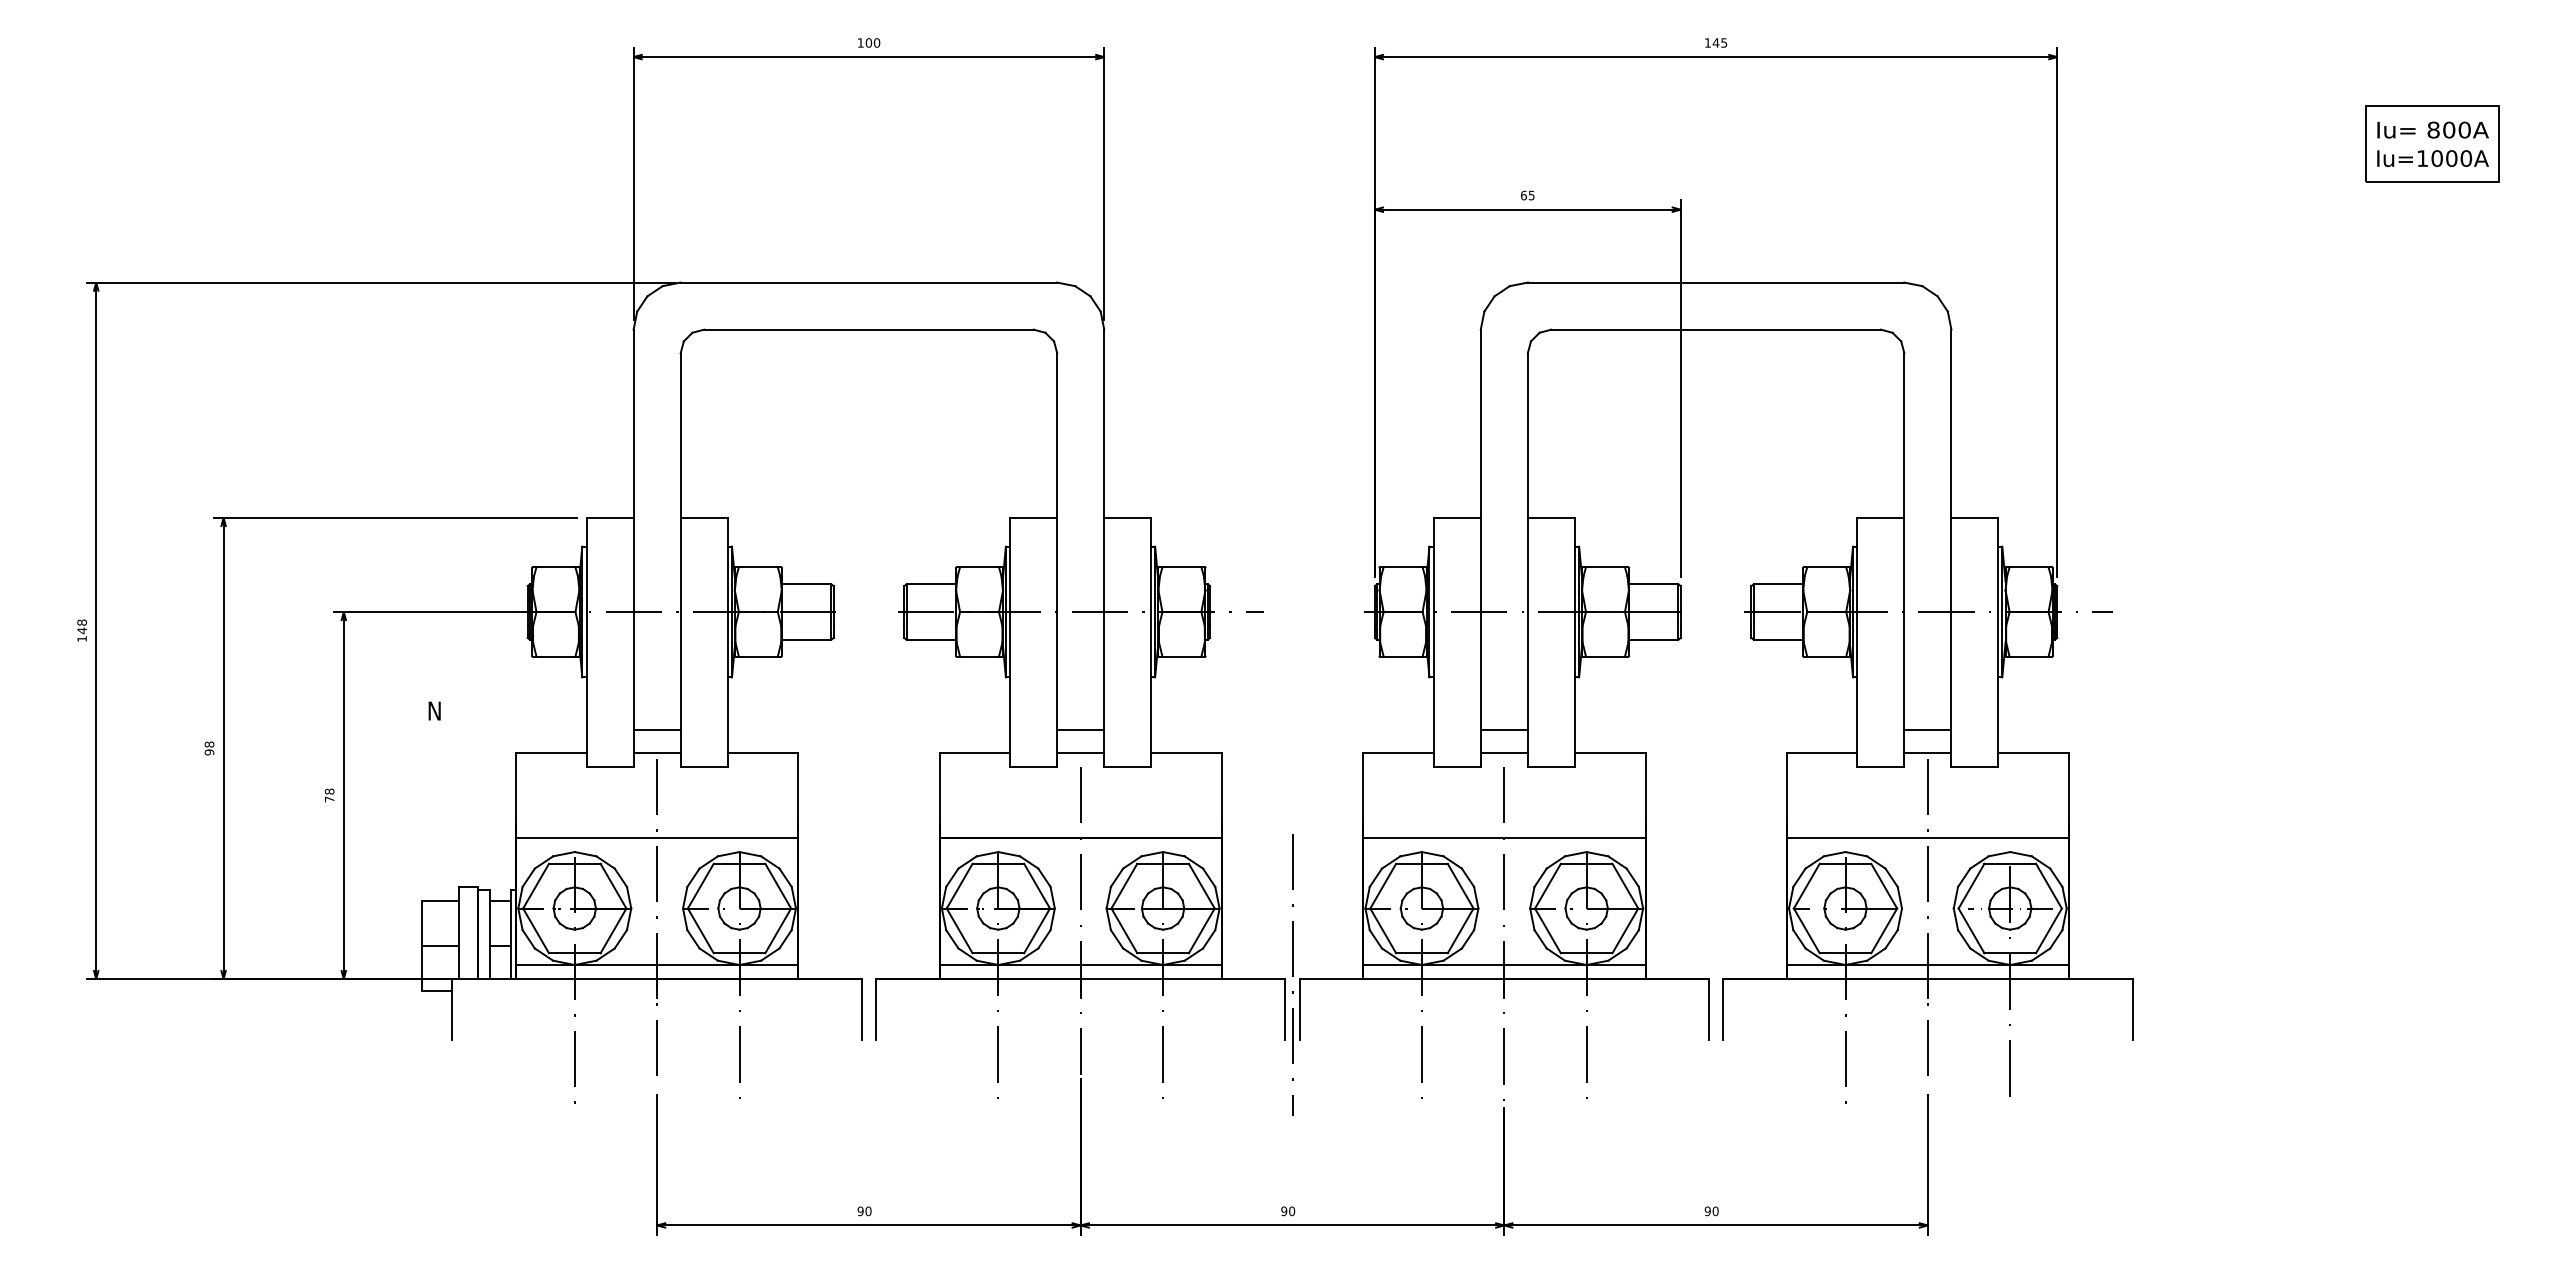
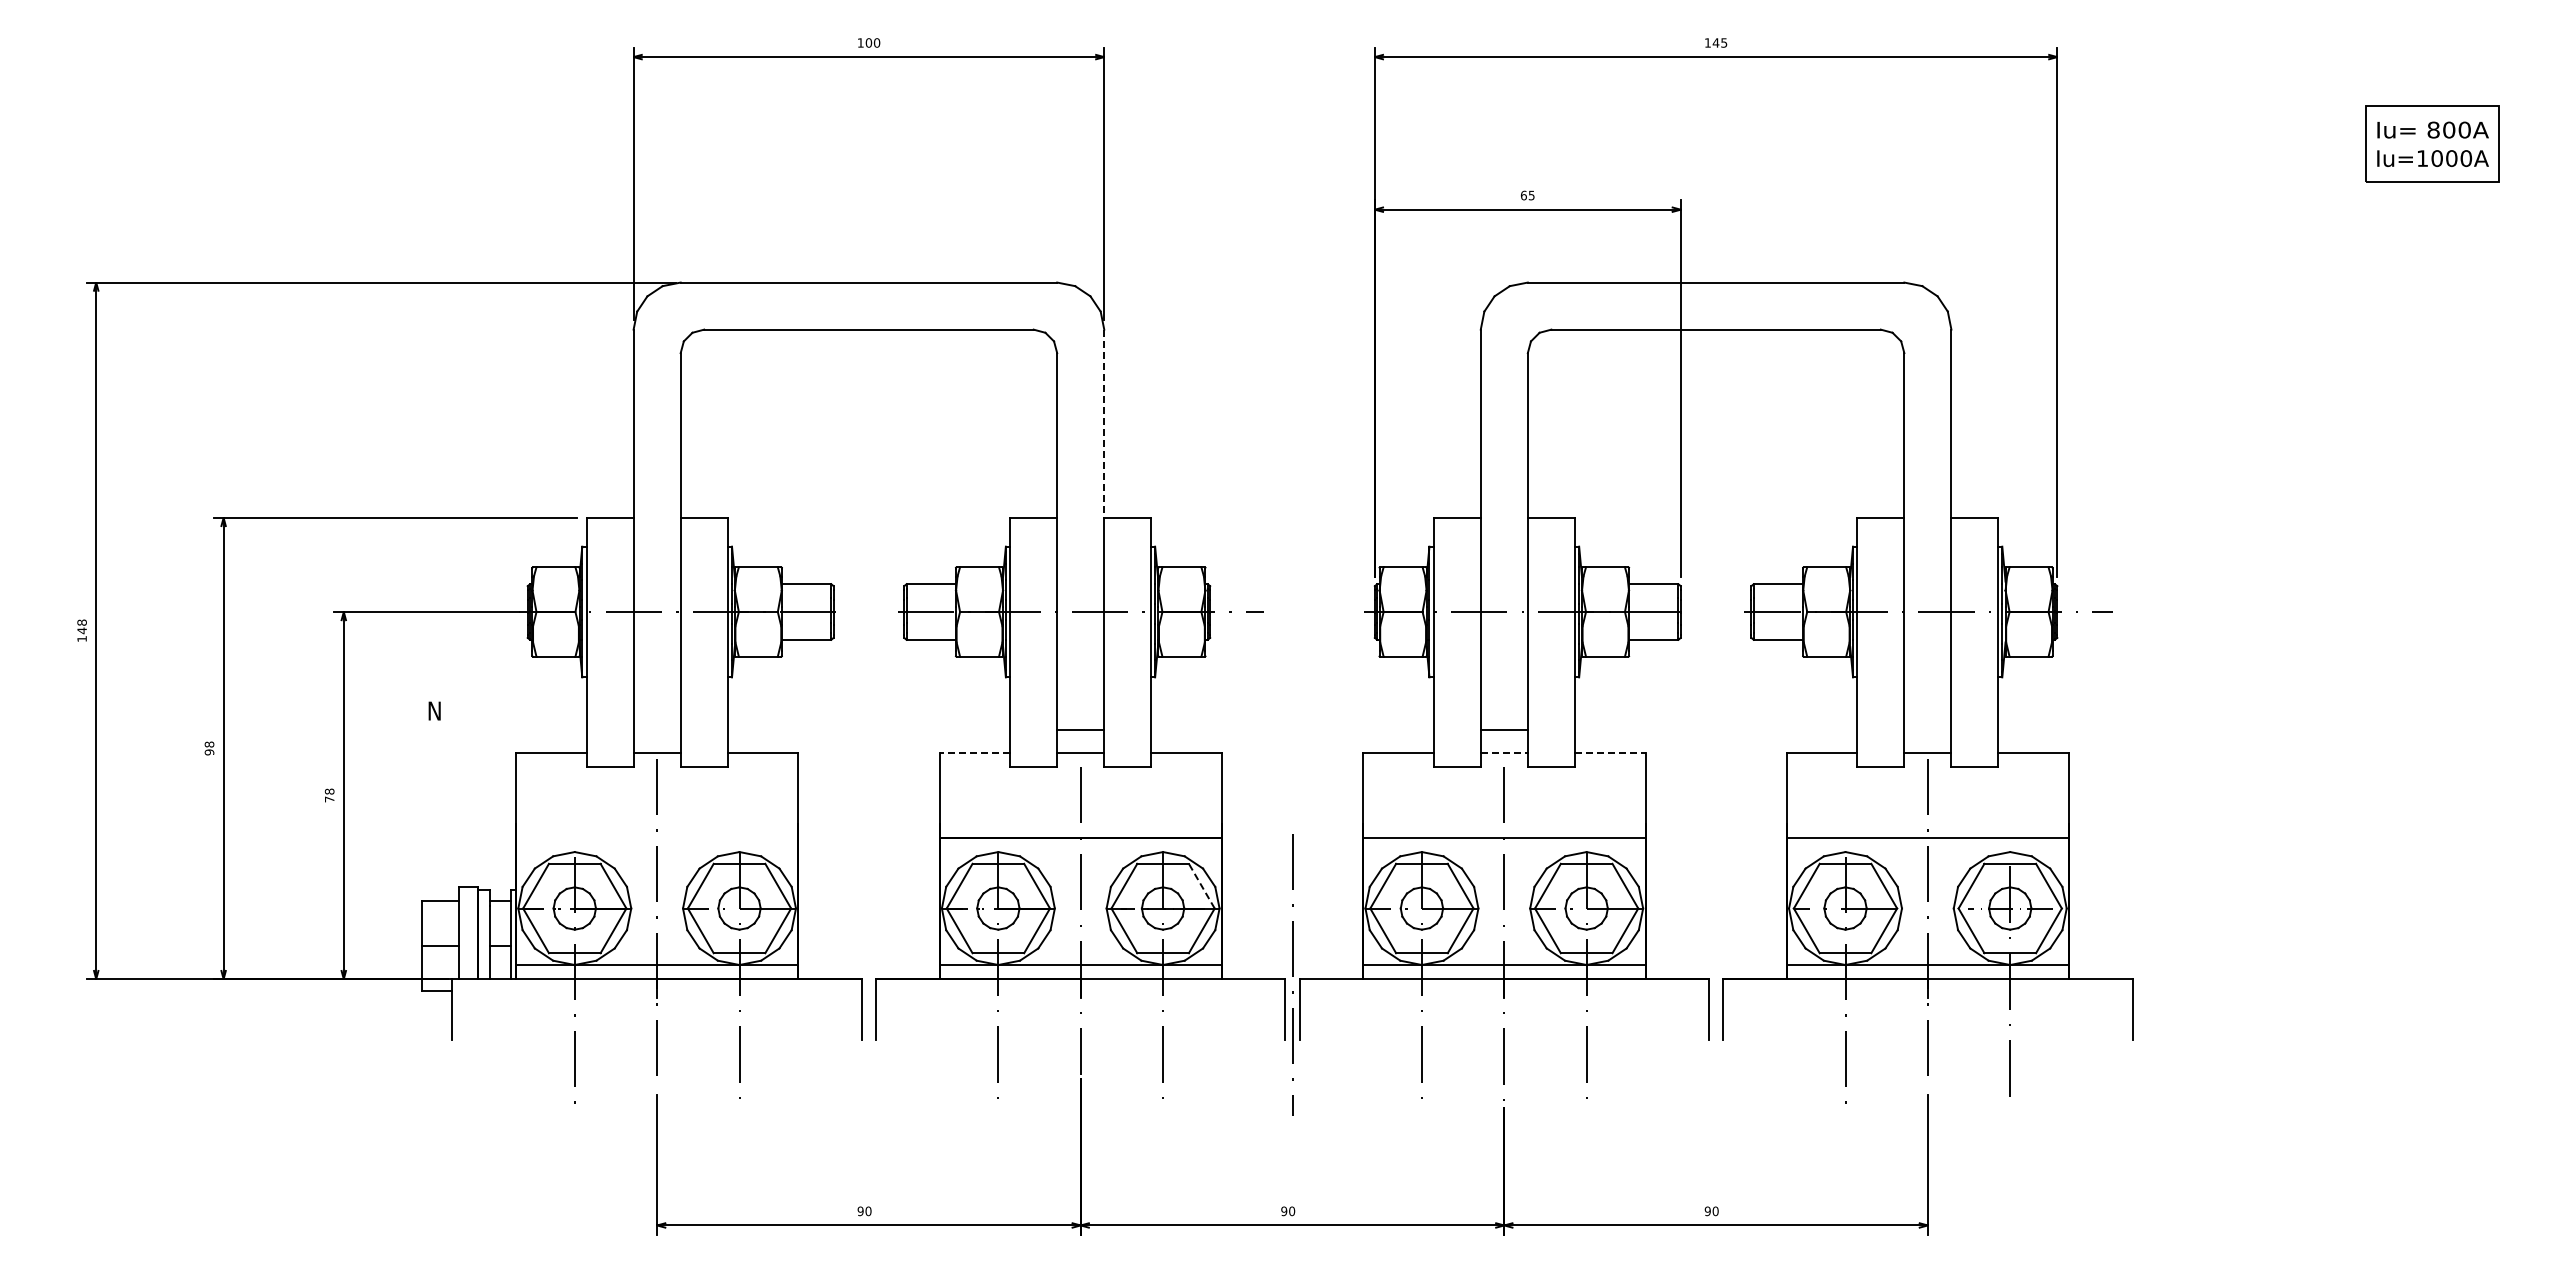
line at (1104, 424): solid -> dashed
line at (656, 729): present -> none
line at (1927, 729): present -> none
line at (974, 753): solid -> dashed
line at (1504, 753): solid -> dashed
line at (1610, 753): solid -> dashed
line at (656, 838): present -> none
line at (1201, 886): solid -> dashed
